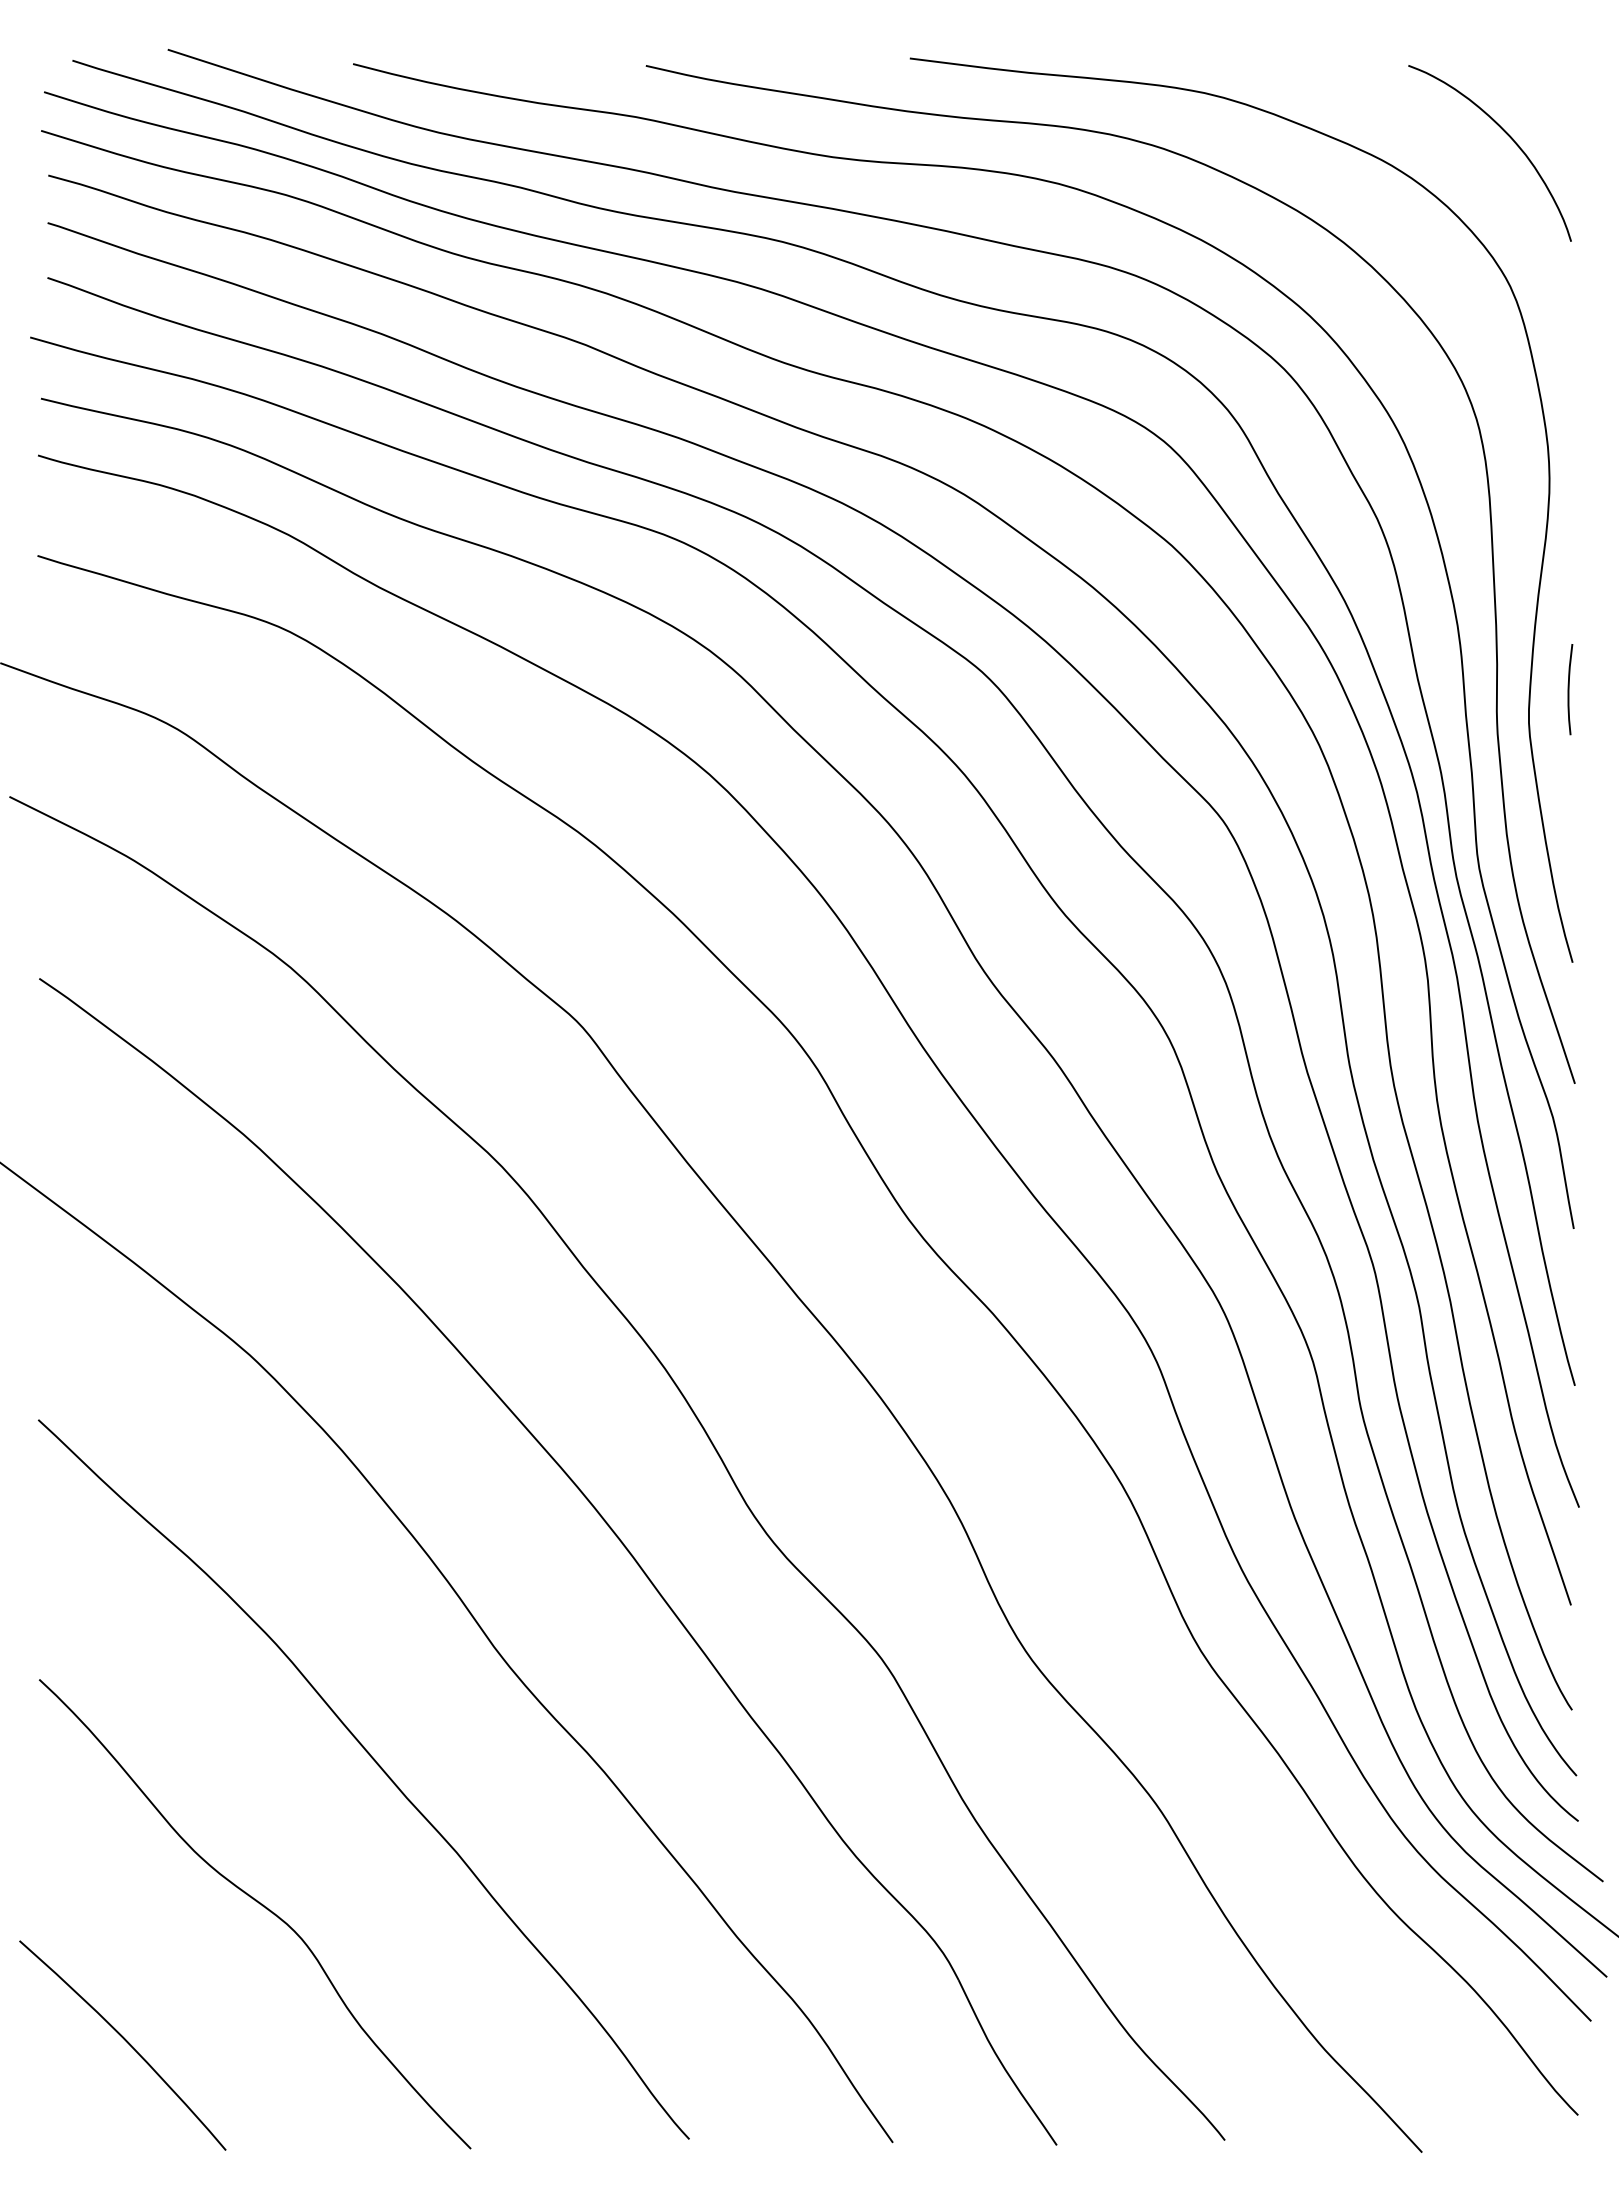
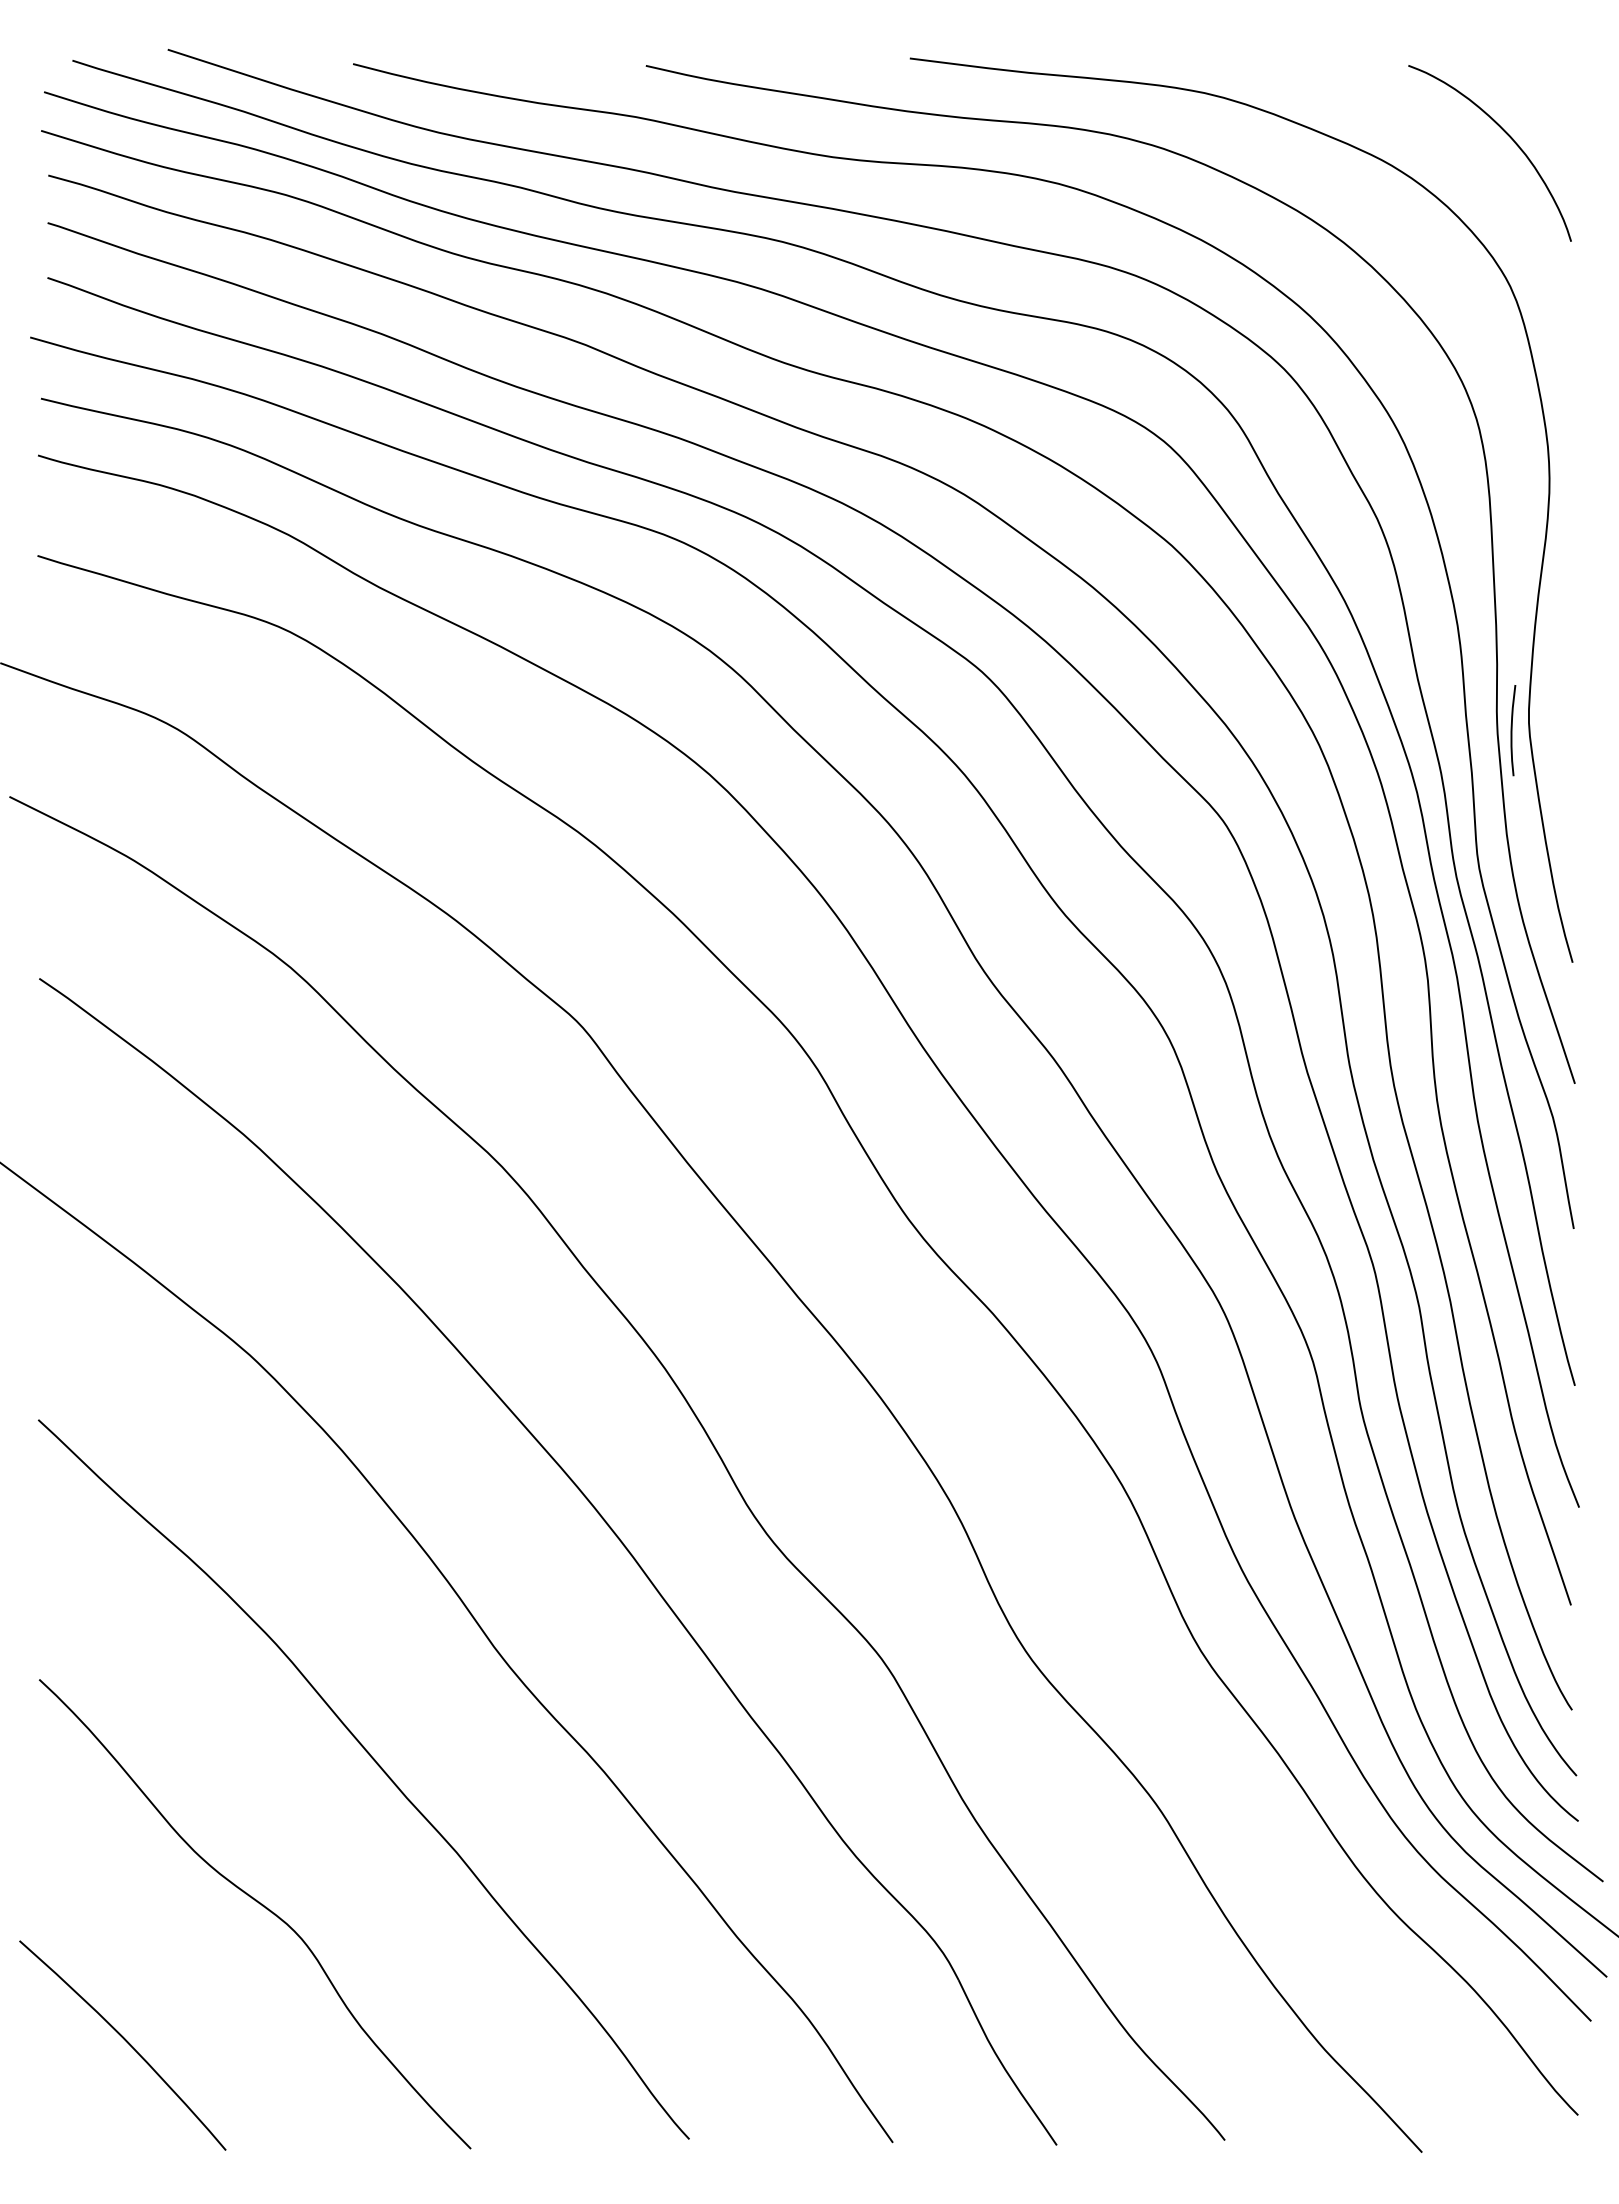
curve at (1569, 689) position: (1569, 689) -> (1512, 730)
